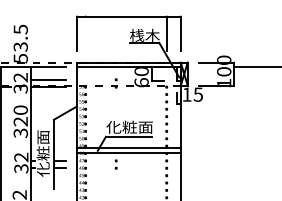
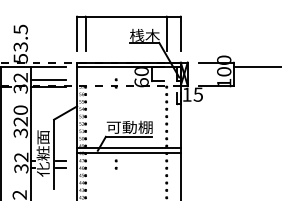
line at (85, 33): none -> present
text at (129, 126): 化粧面 -> 可動棚
